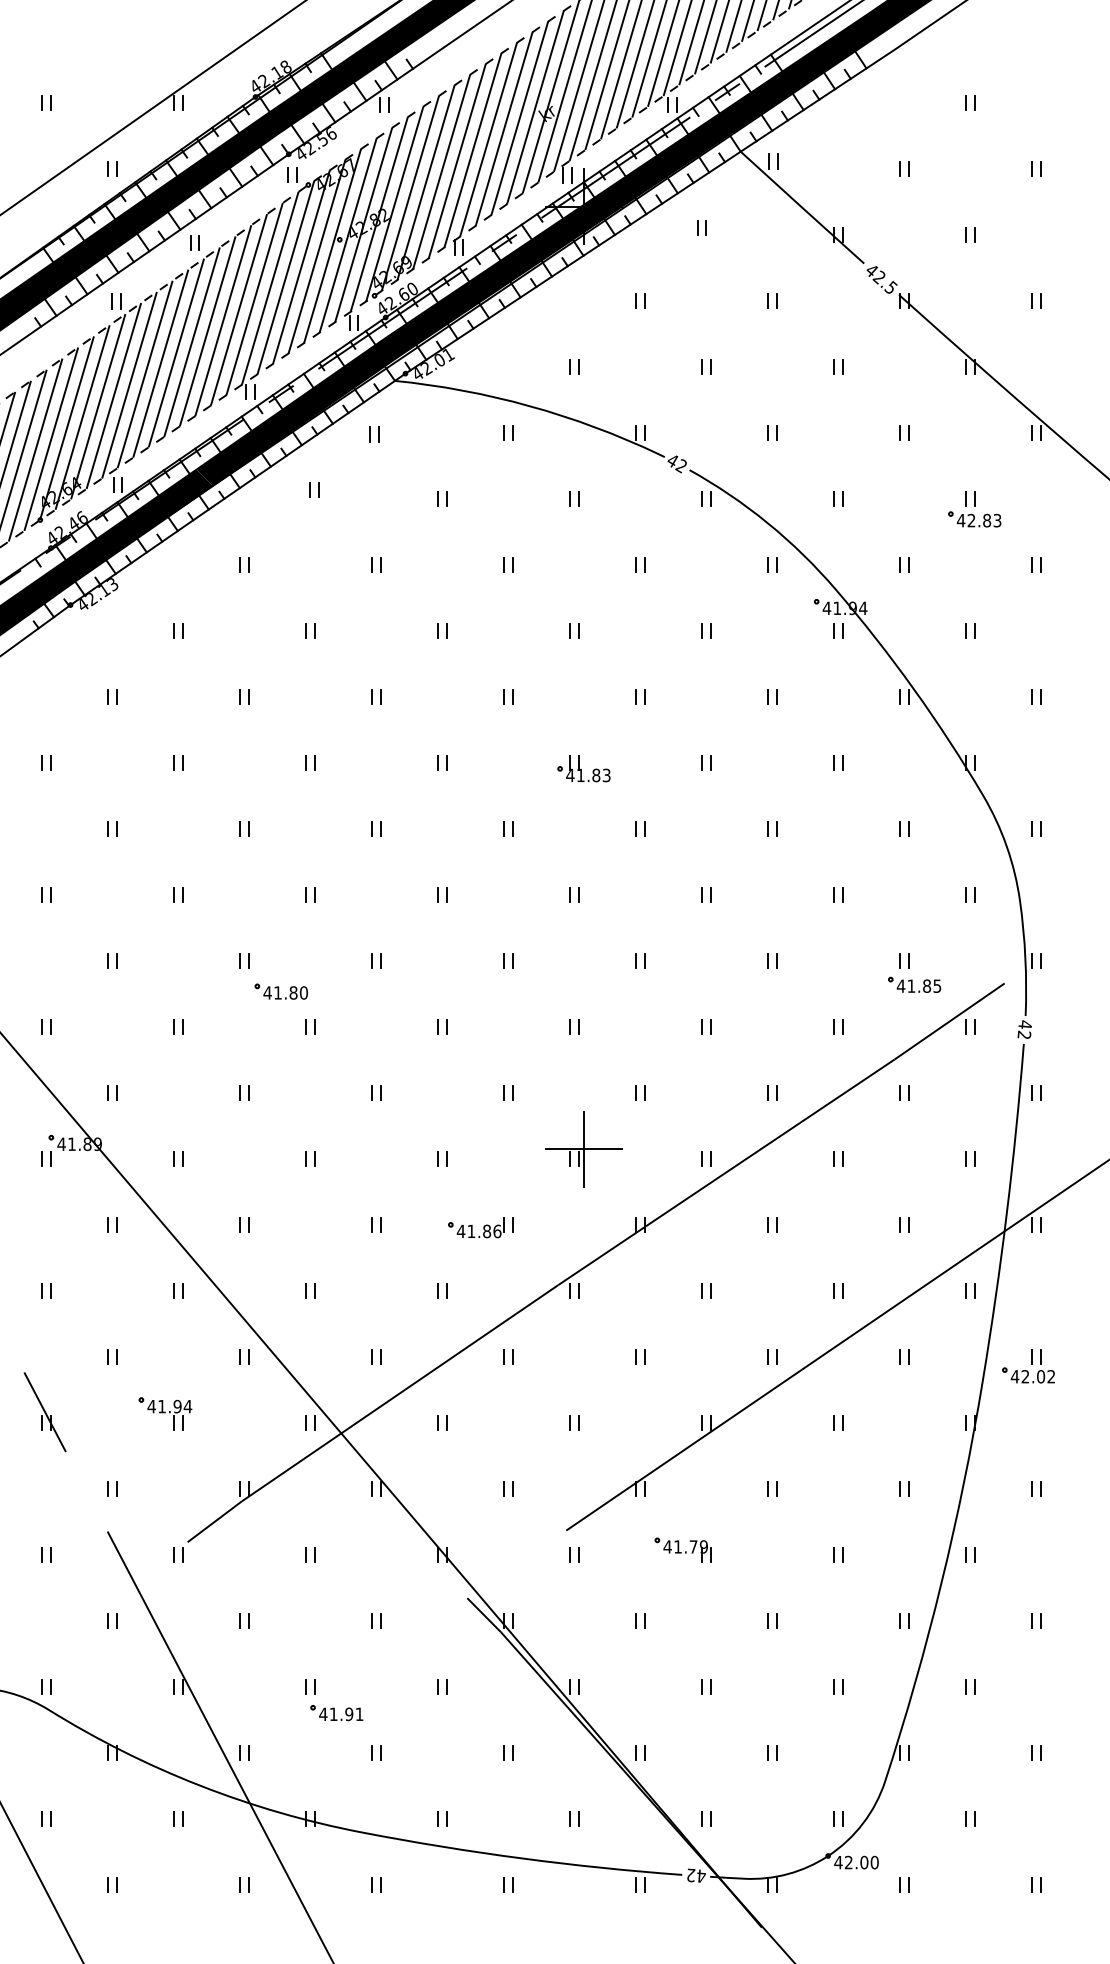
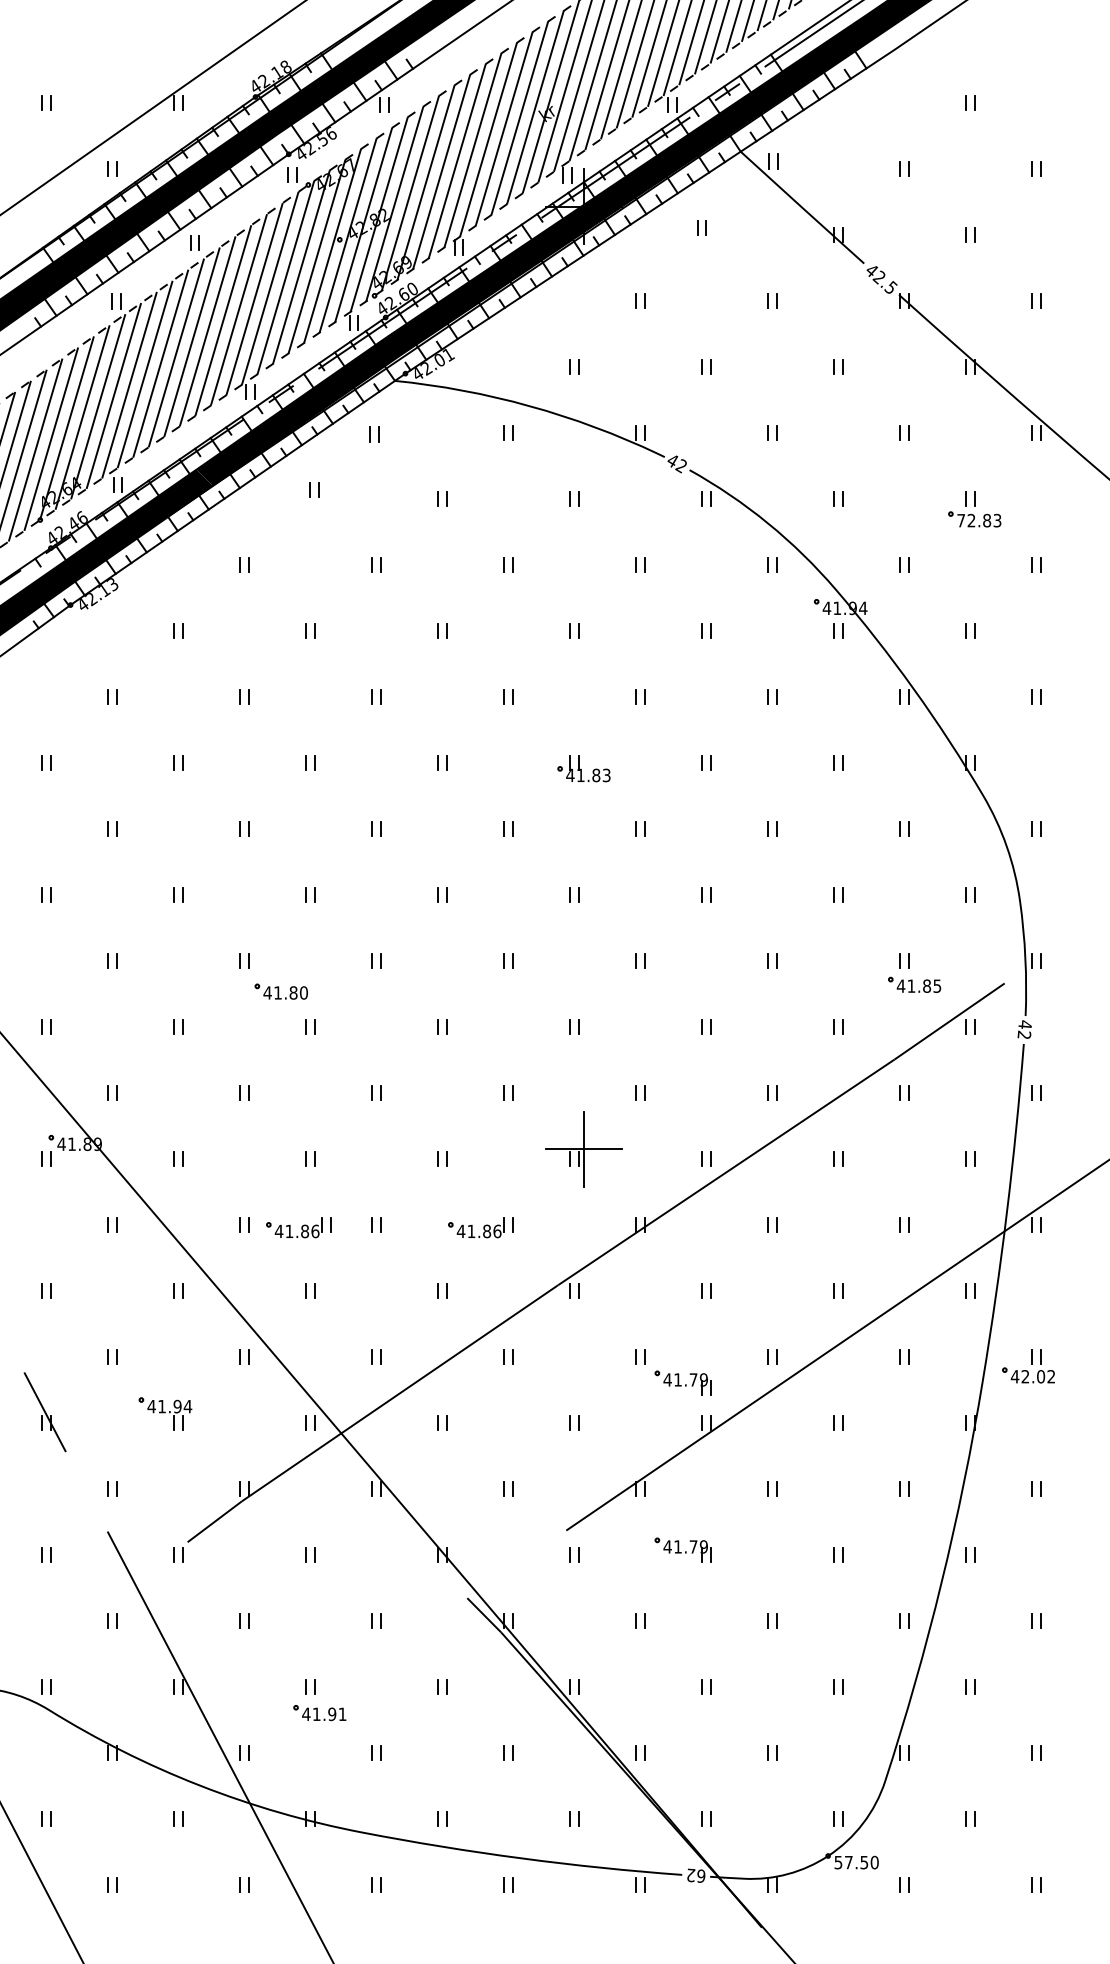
text at (960, 520): 42.83 -> 72.83
part at (298, 1227): none -> present
part at (682, 1382): none -> present
part at (336, 1713) position: (336, 1713) -> (319, 1713)
text at (851, 1862): 42.00 -> 57.50
text at (701, 1875): 42 -> 62
